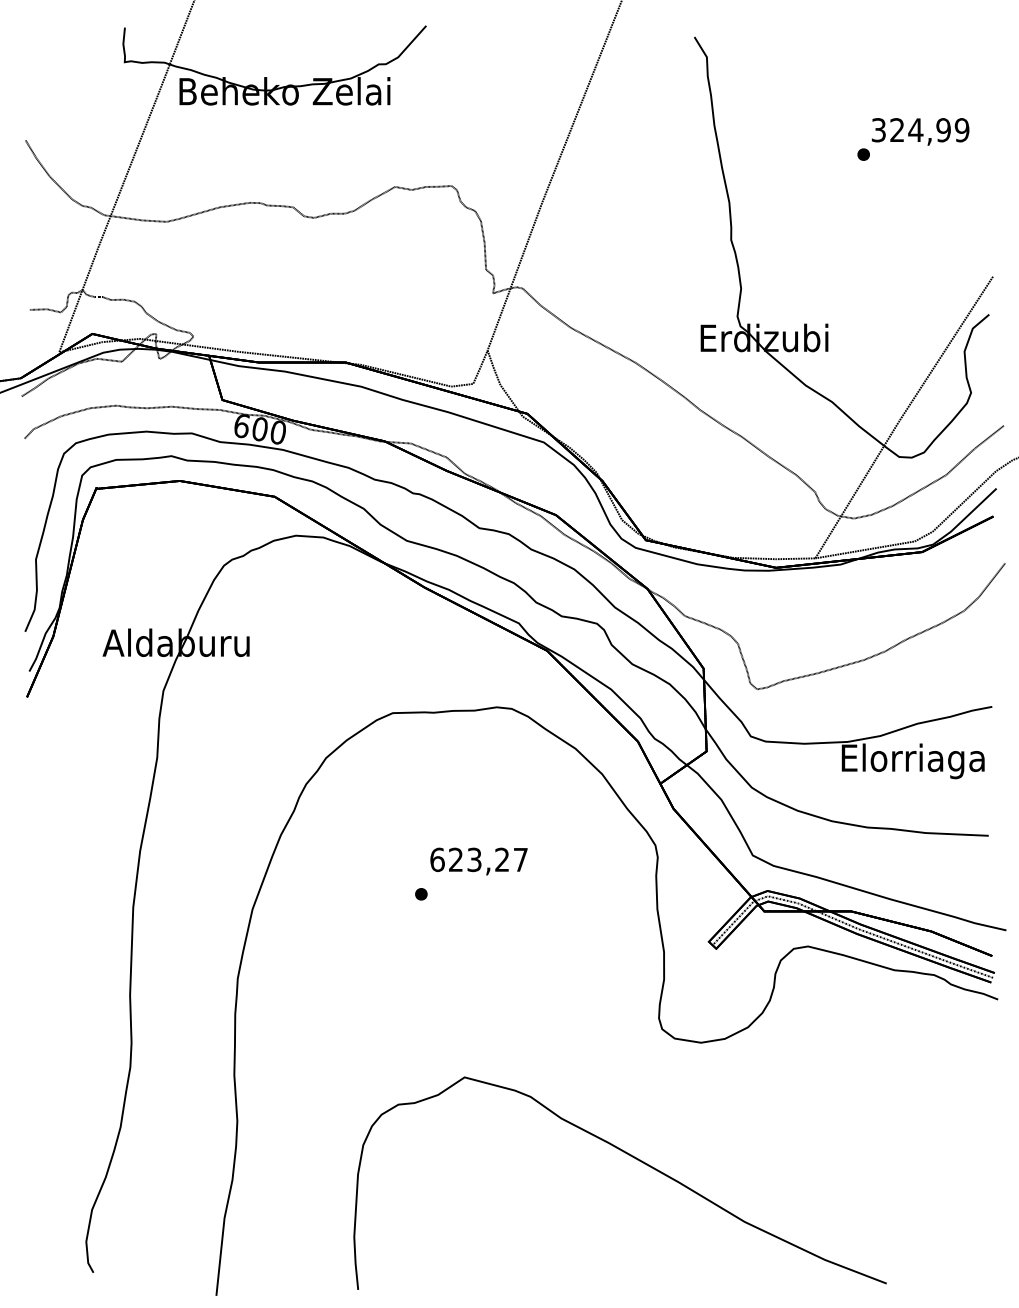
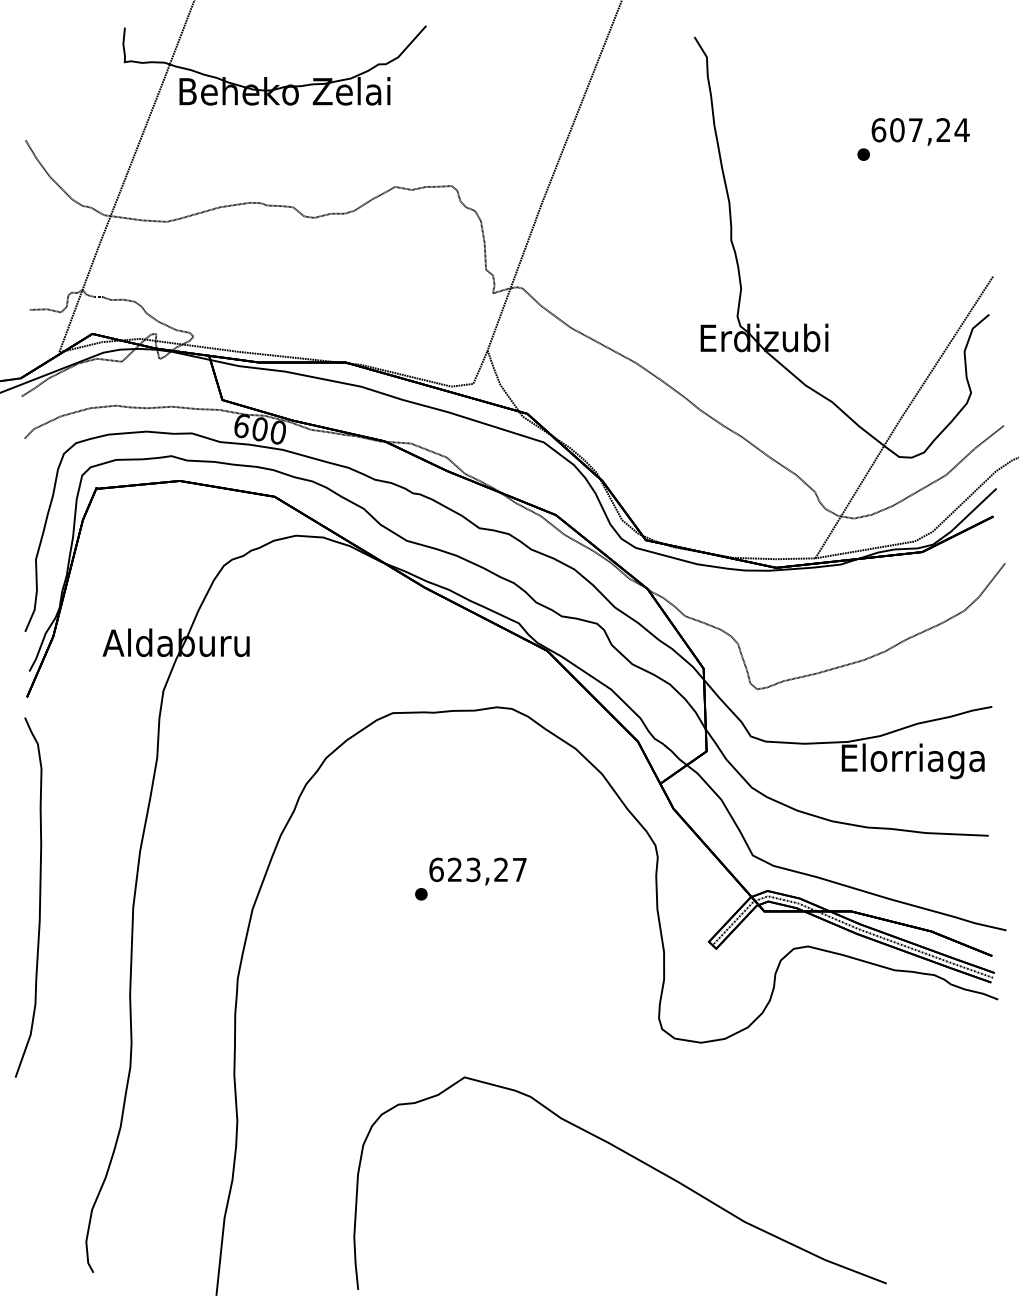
text at (920, 130): 324,99 -> 607,24
text at (478, 861) position: (478, 861) -> (477, 871)
curve at (39, 897): none -> present
